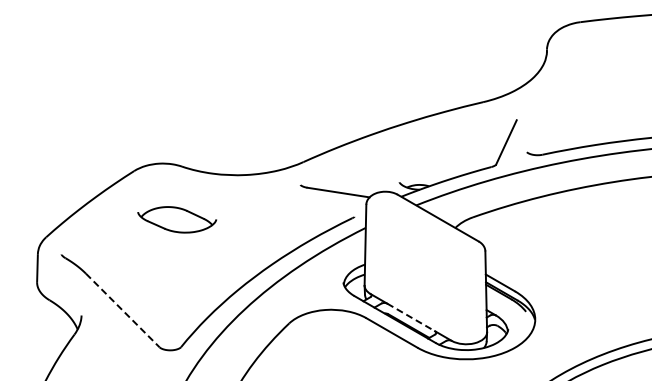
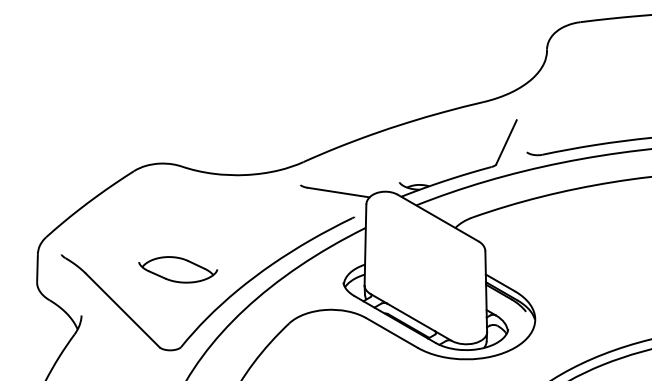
part at (177, 219) position: (177, 219) -> (178, 269)
line at (123, 310): dashed -> solid
line at (411, 317): dashed -> solid
